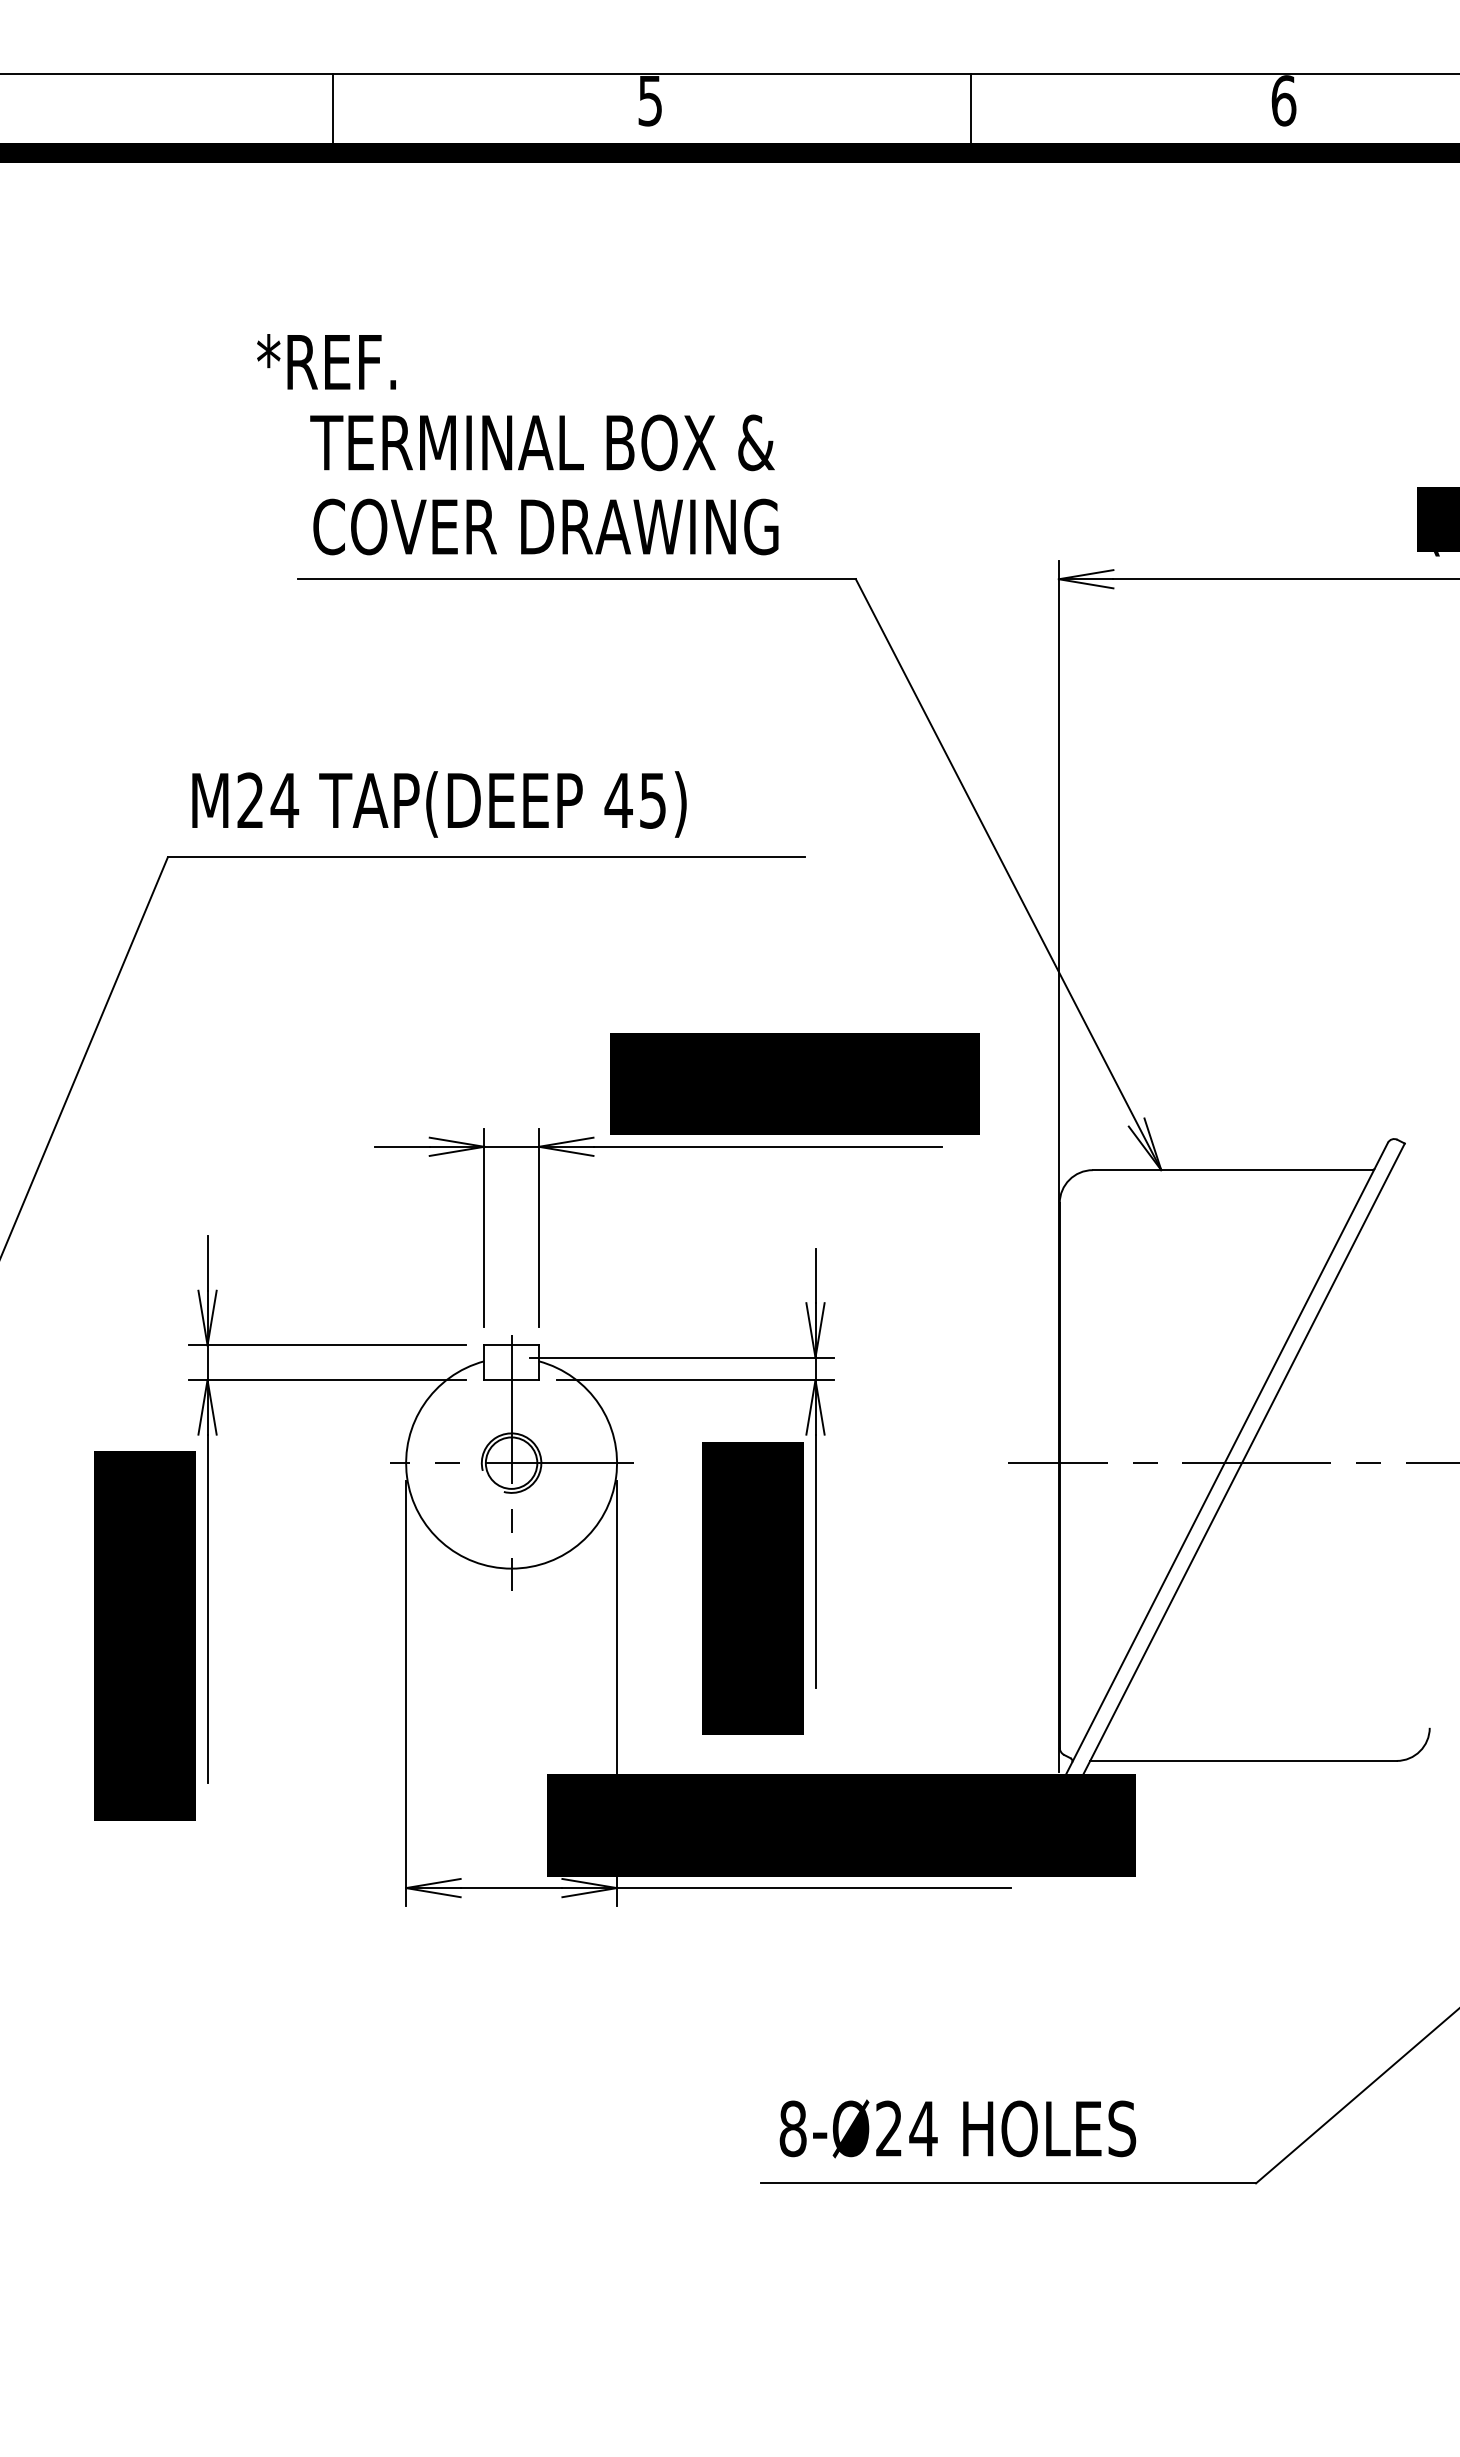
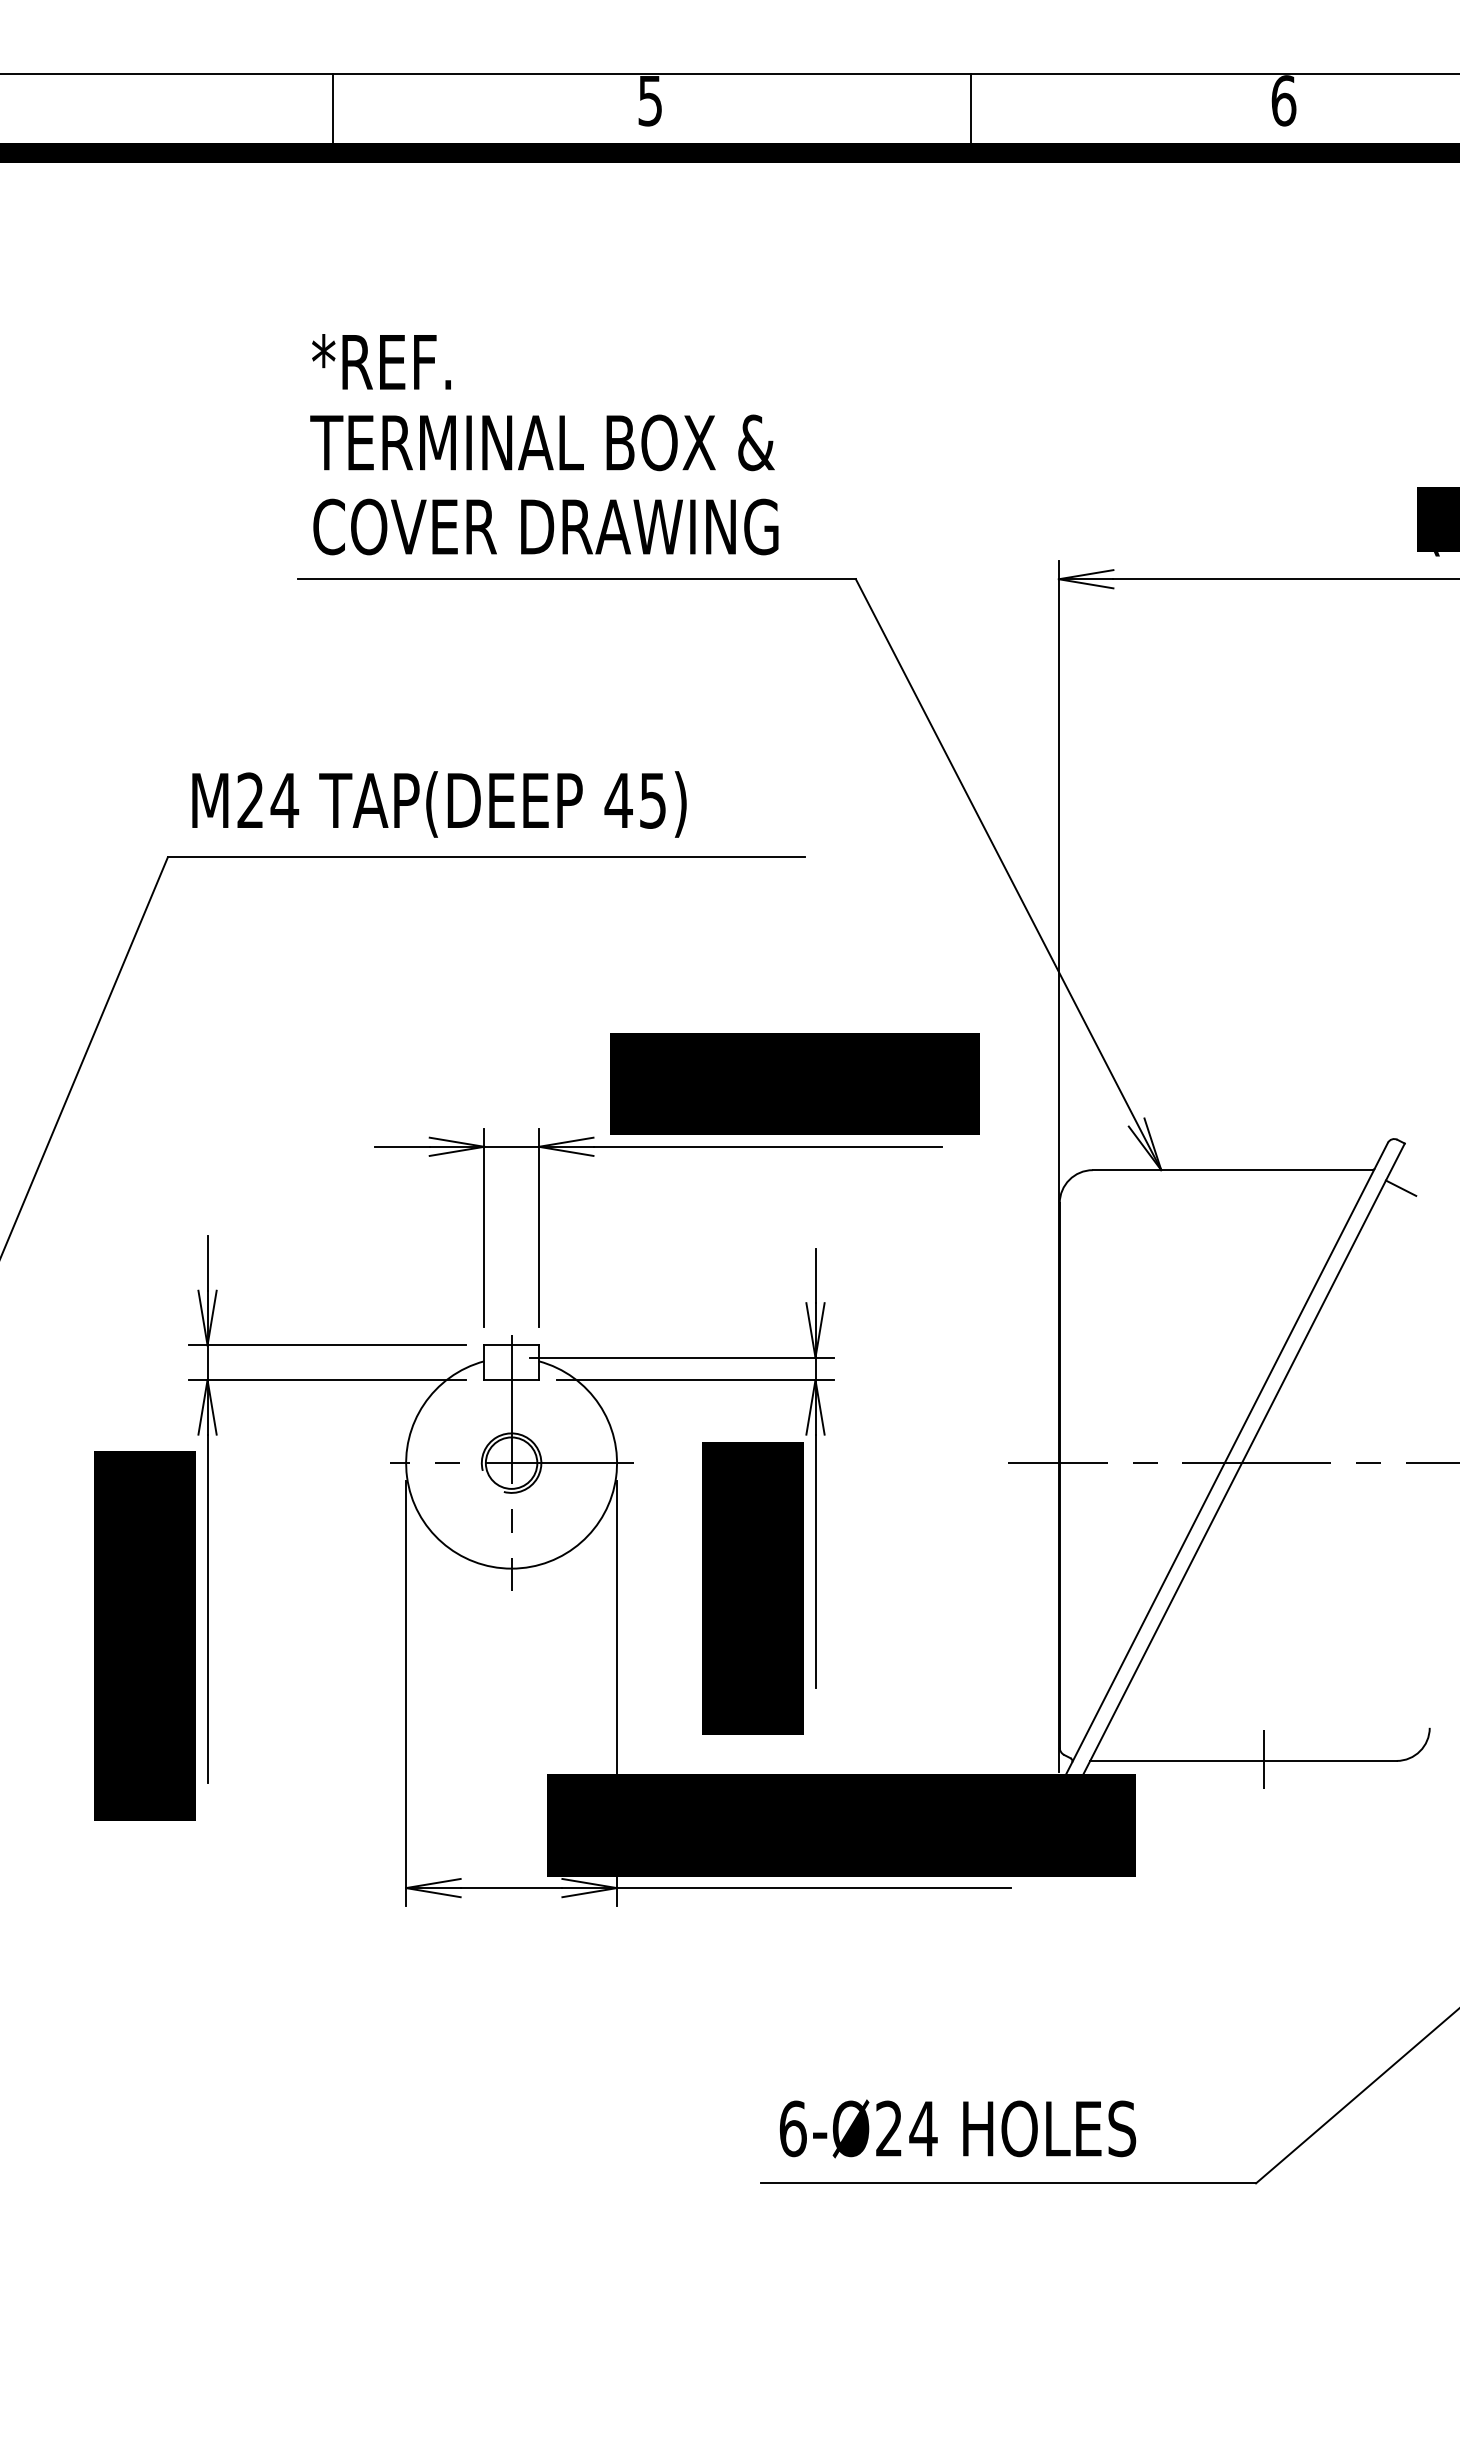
text at (326, 361) position: (326, 361) -> (381, 361)
line at (1400, 1187): none -> present
line at (1264, 1758): none -> present
text at (792, 2128): 8-Ø24 -> 6-Ø24
